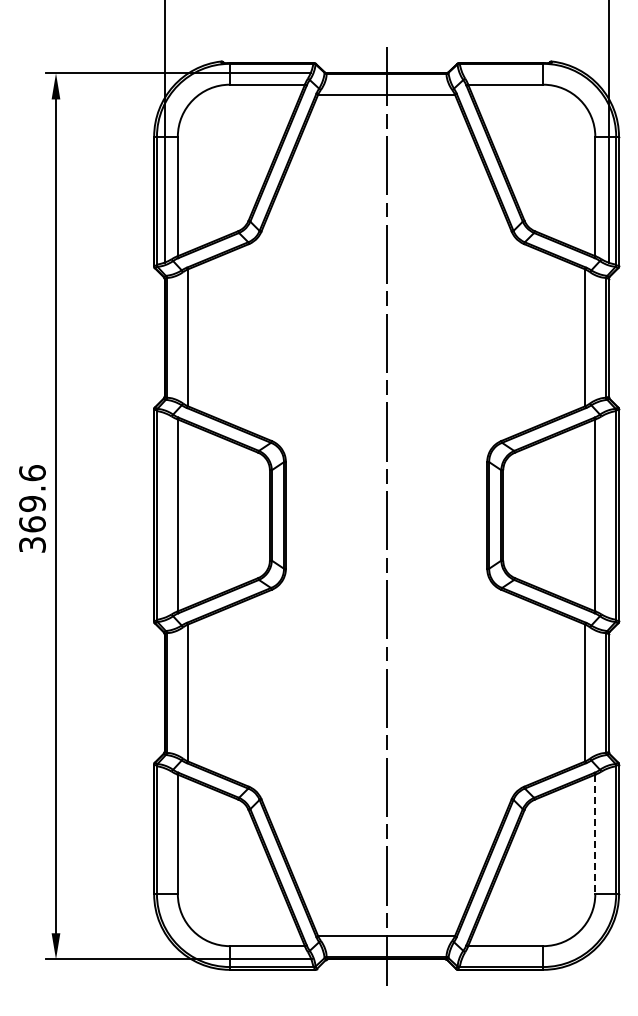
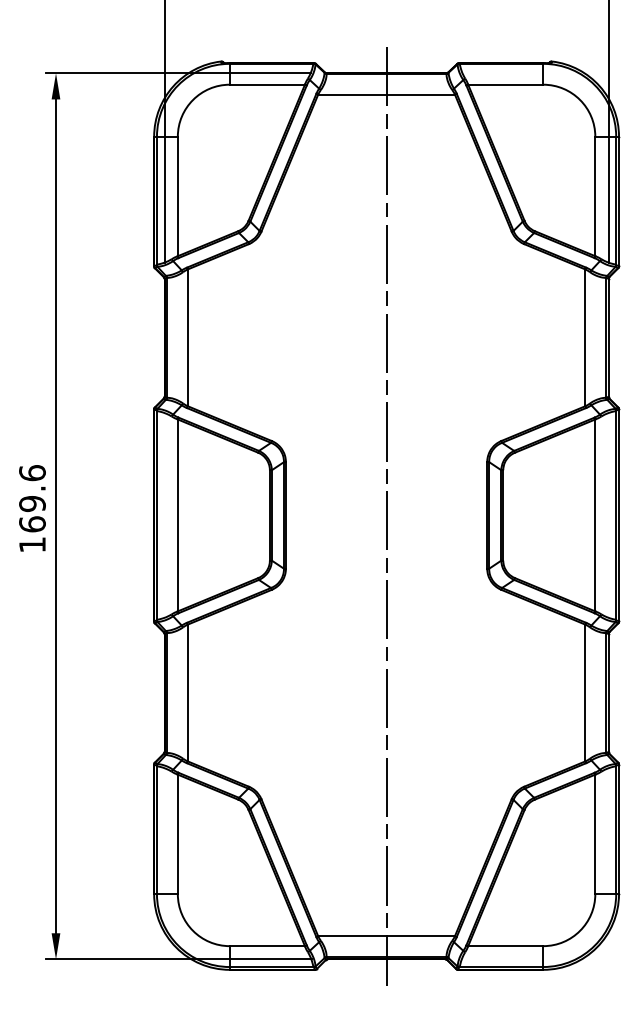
text at (32, 544): 369.6 -> 169.6
line at (595, 834): dashed -> solid
